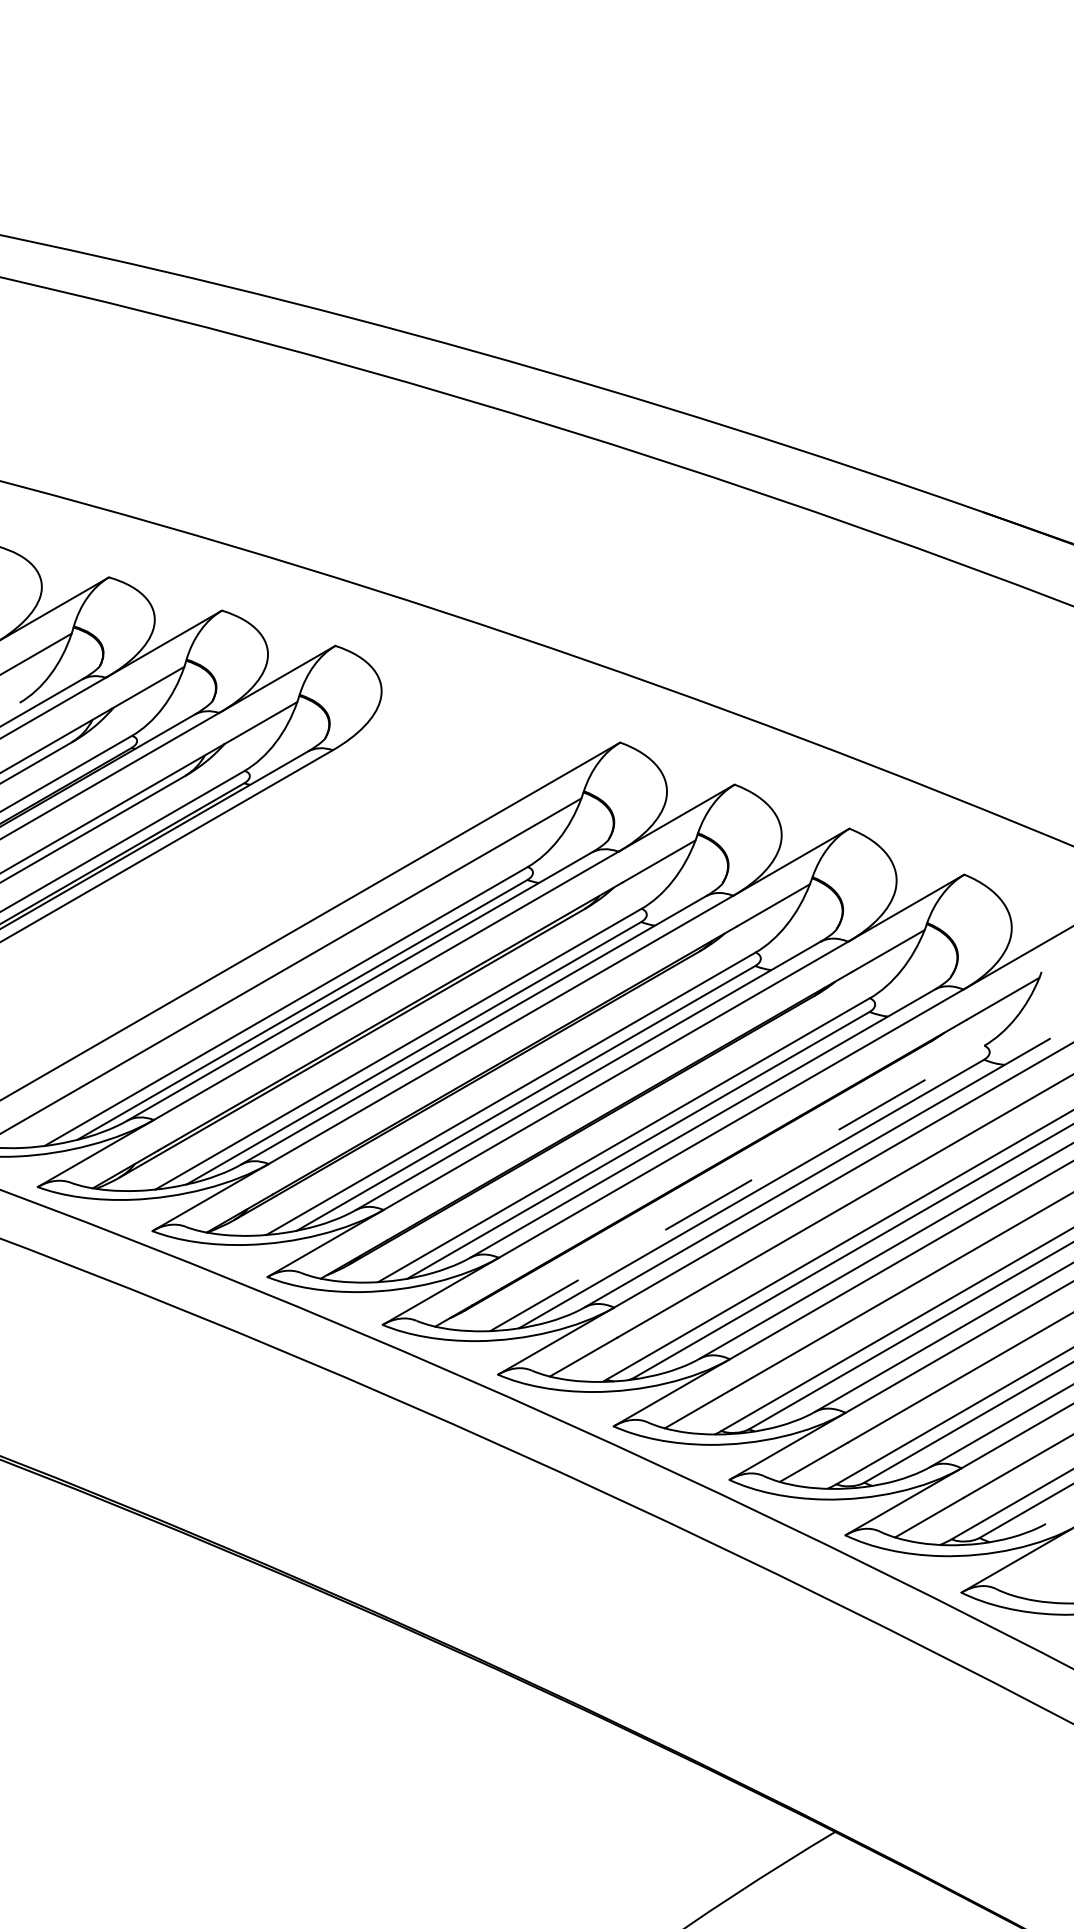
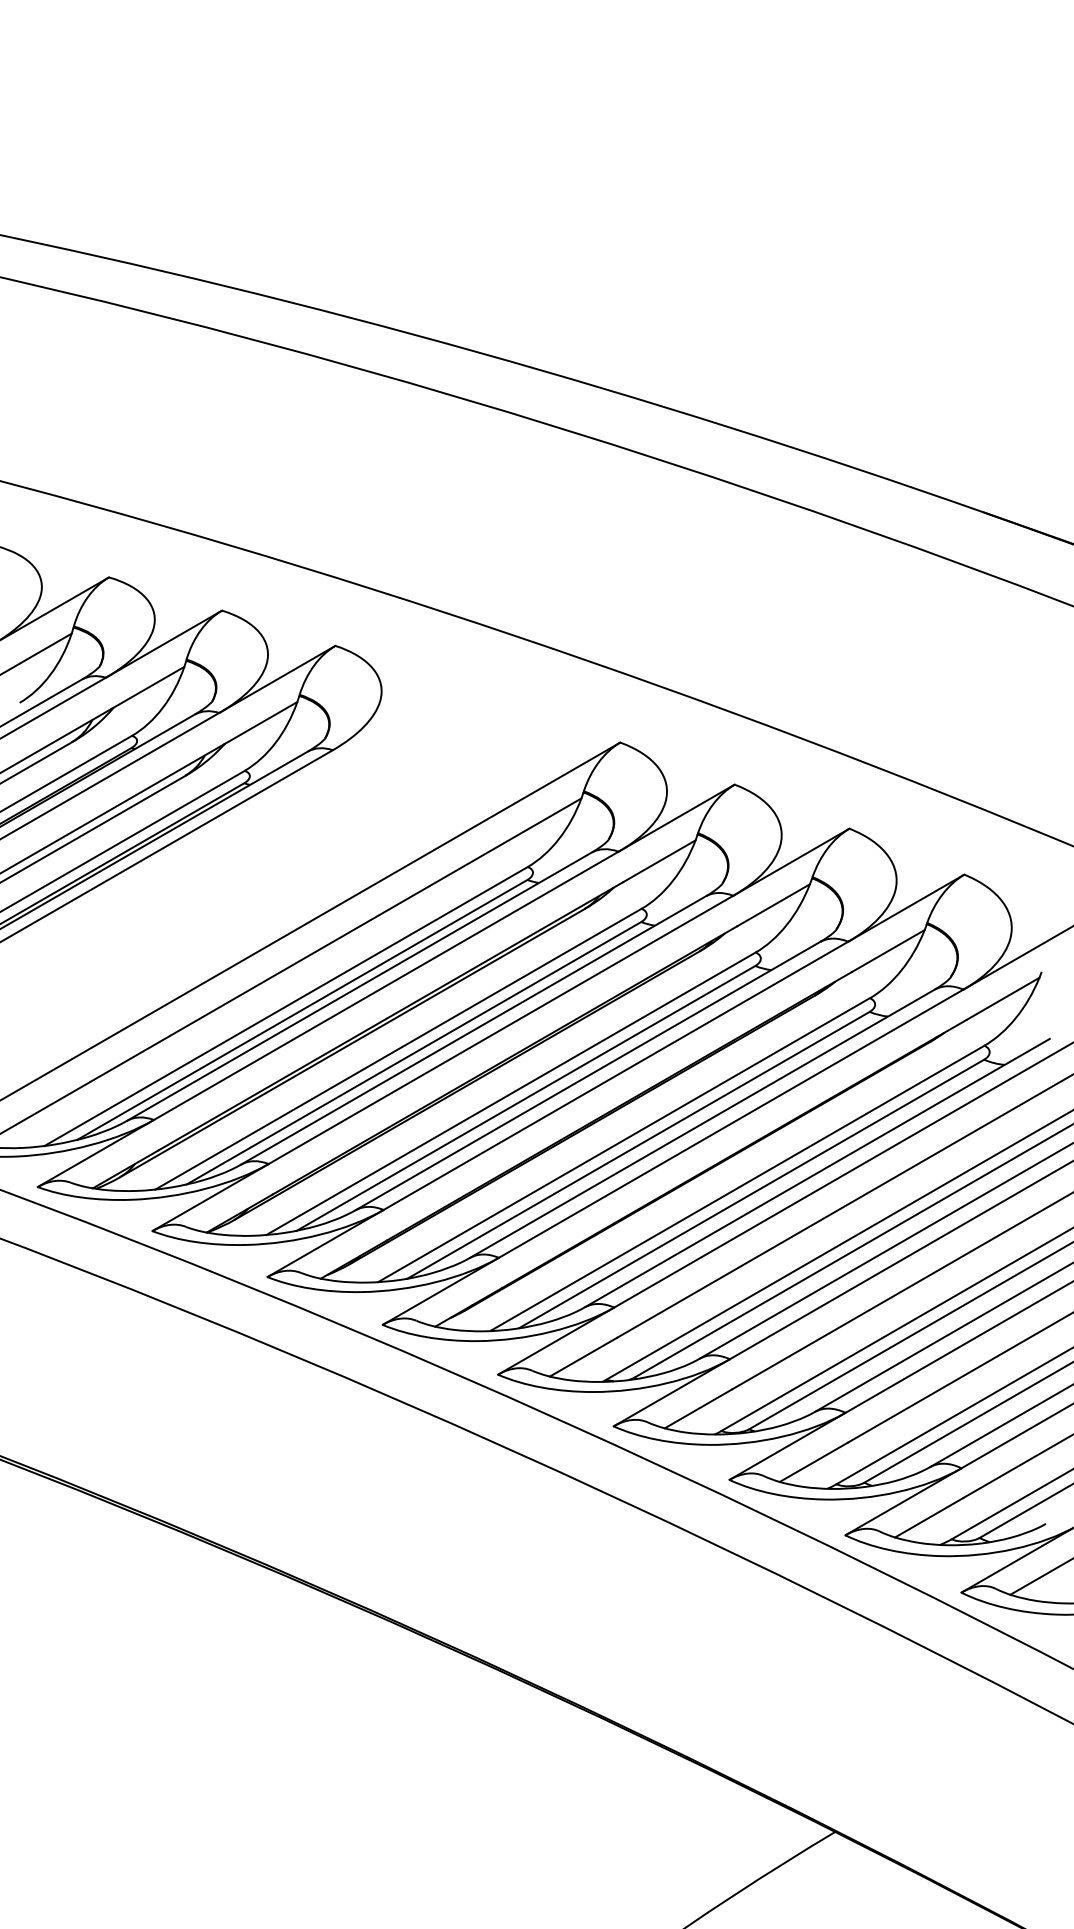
line at (738, 1187): dashed -> solid
line at (1040, 1577): none -> present
